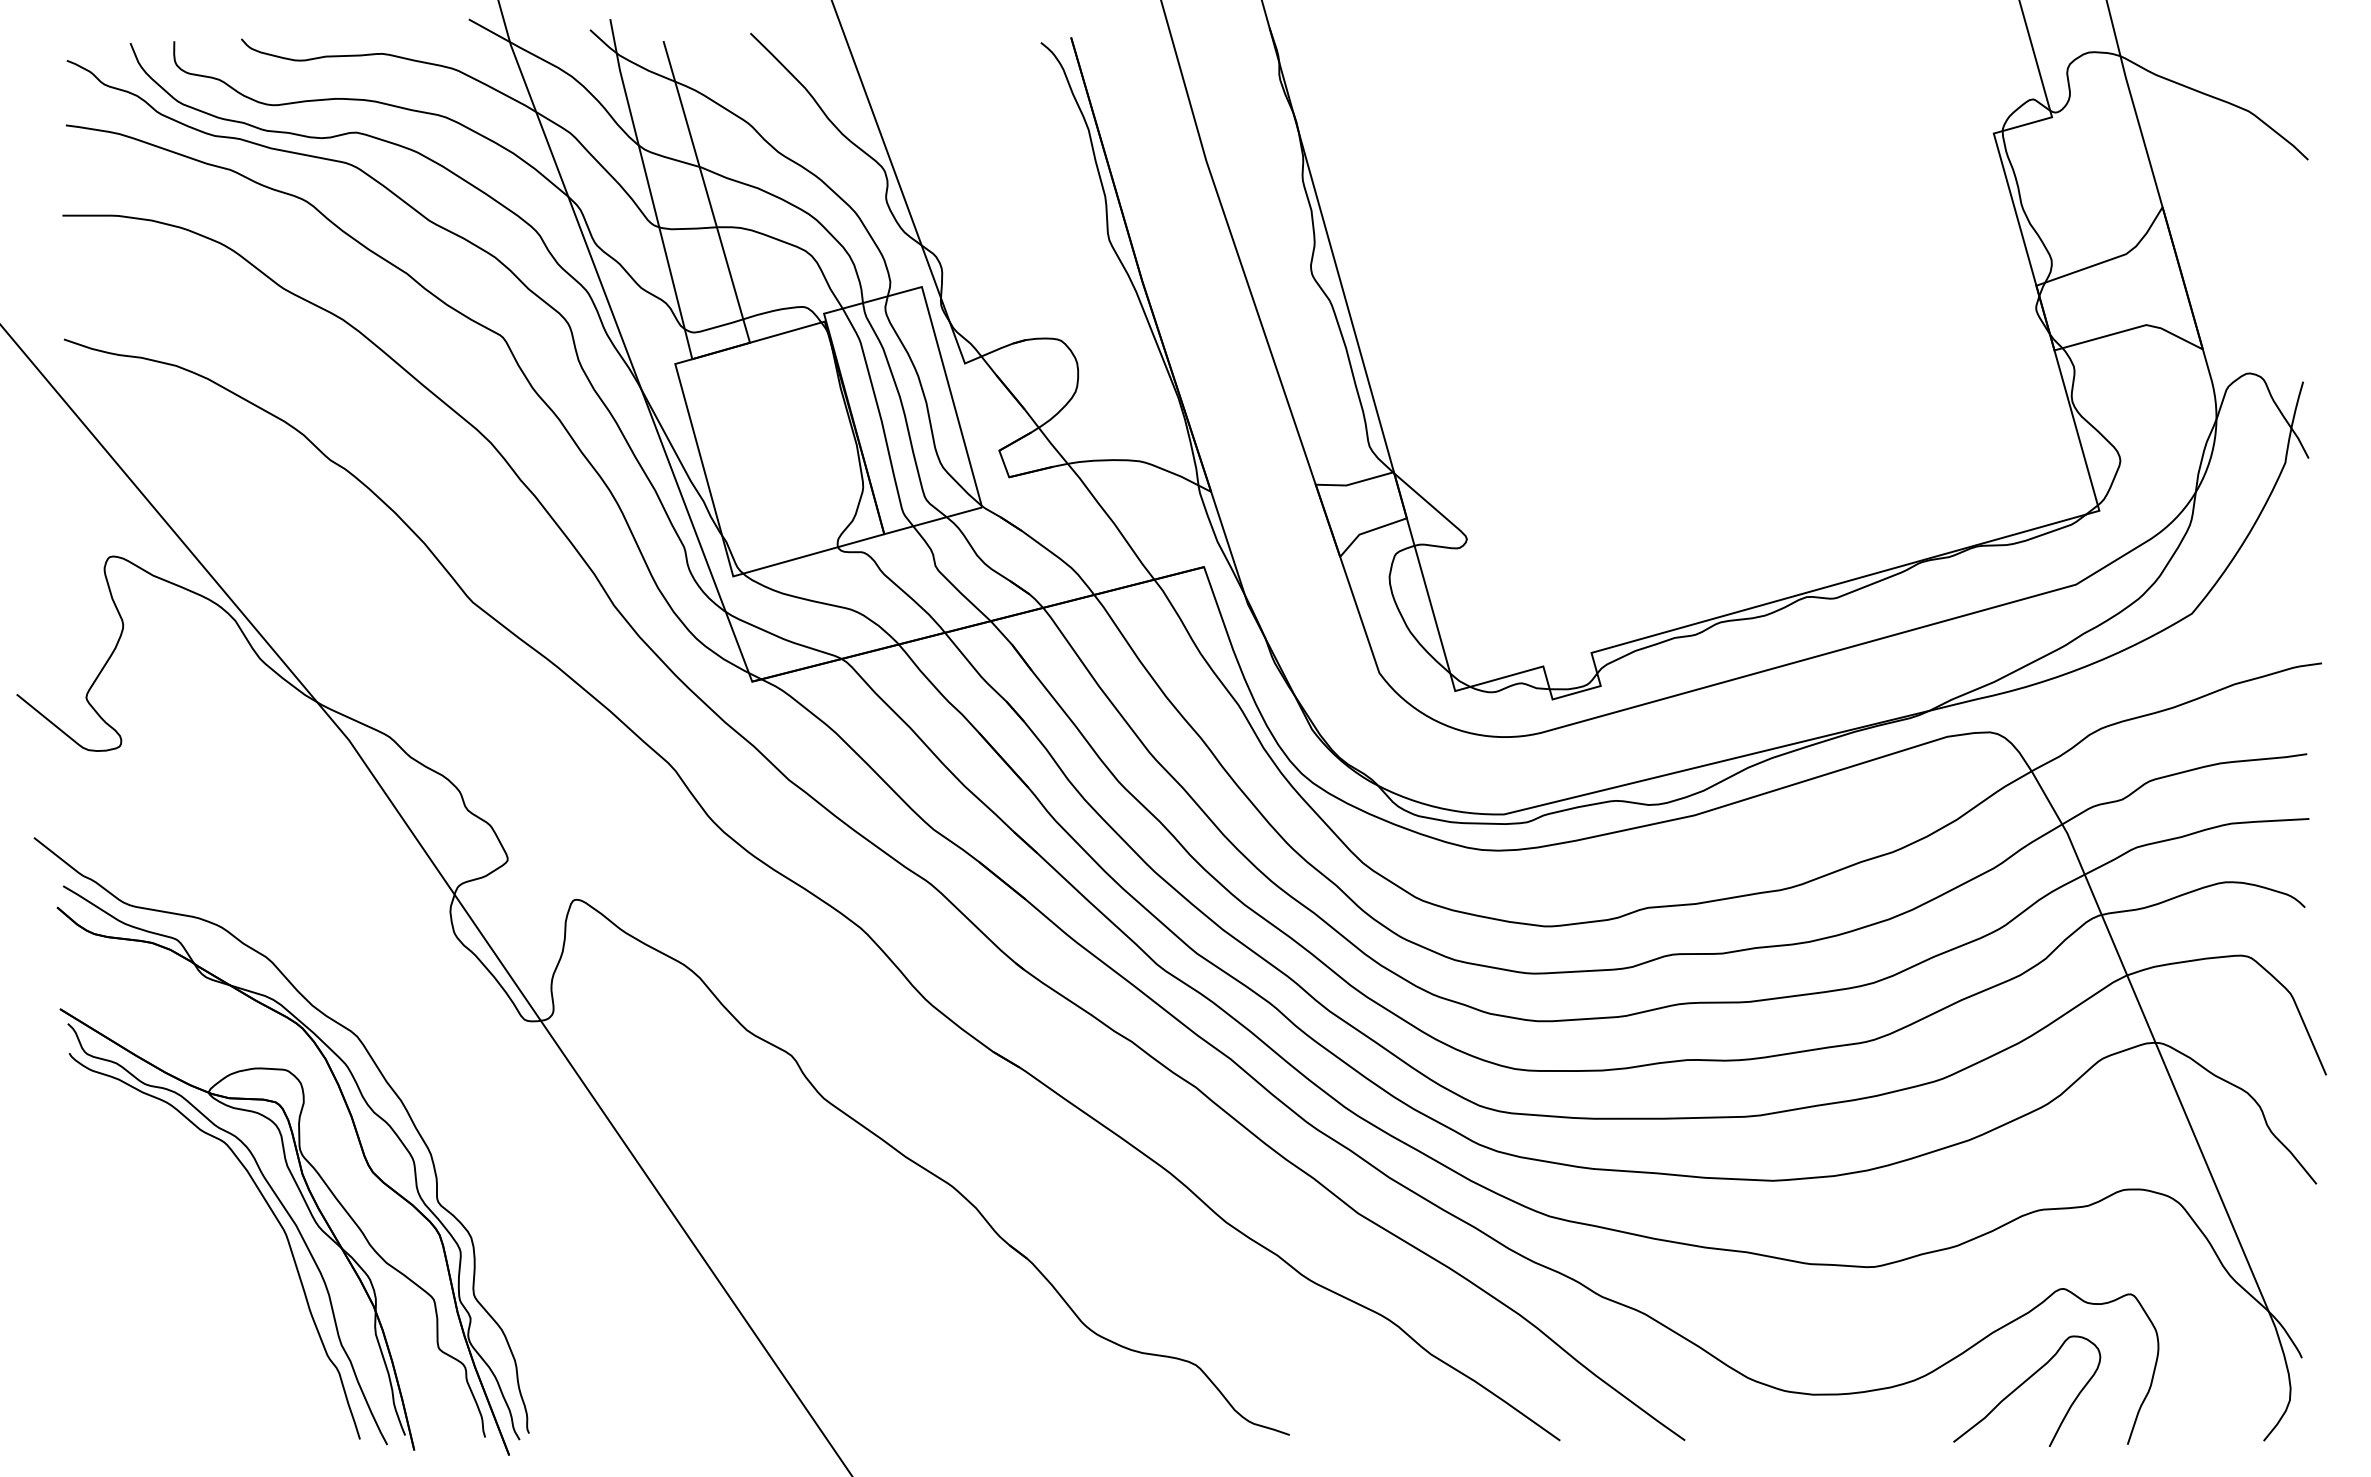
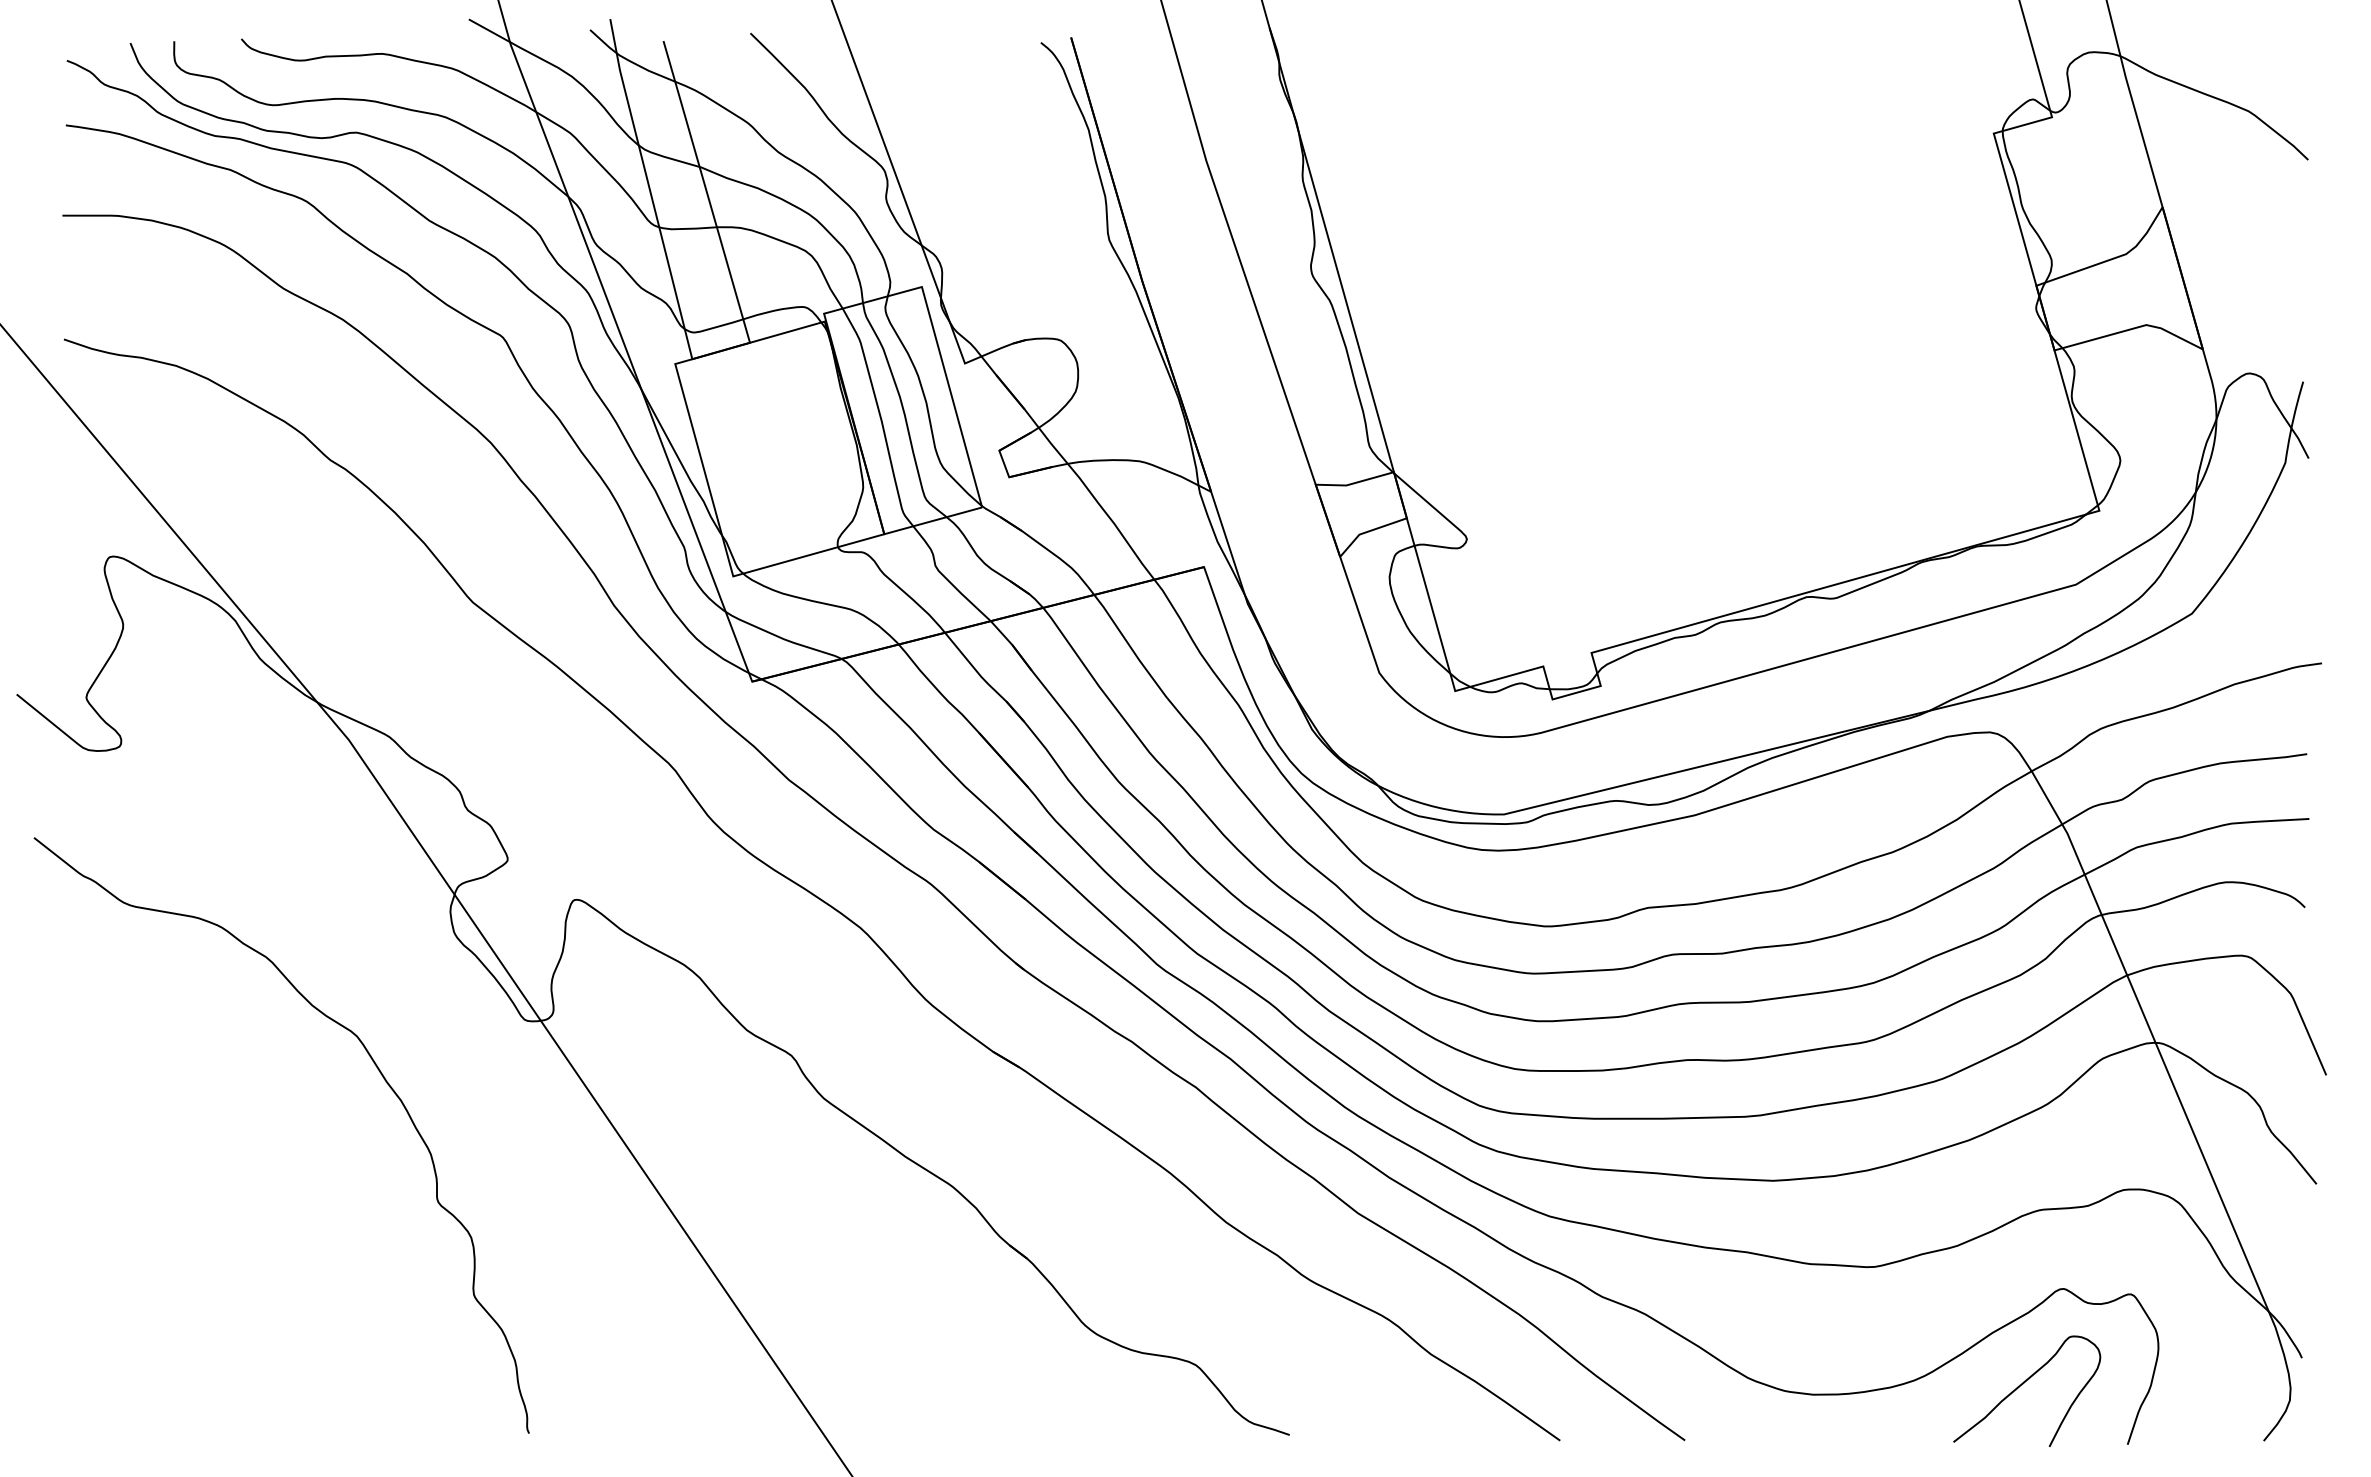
part at (288, 1170): present -> none
